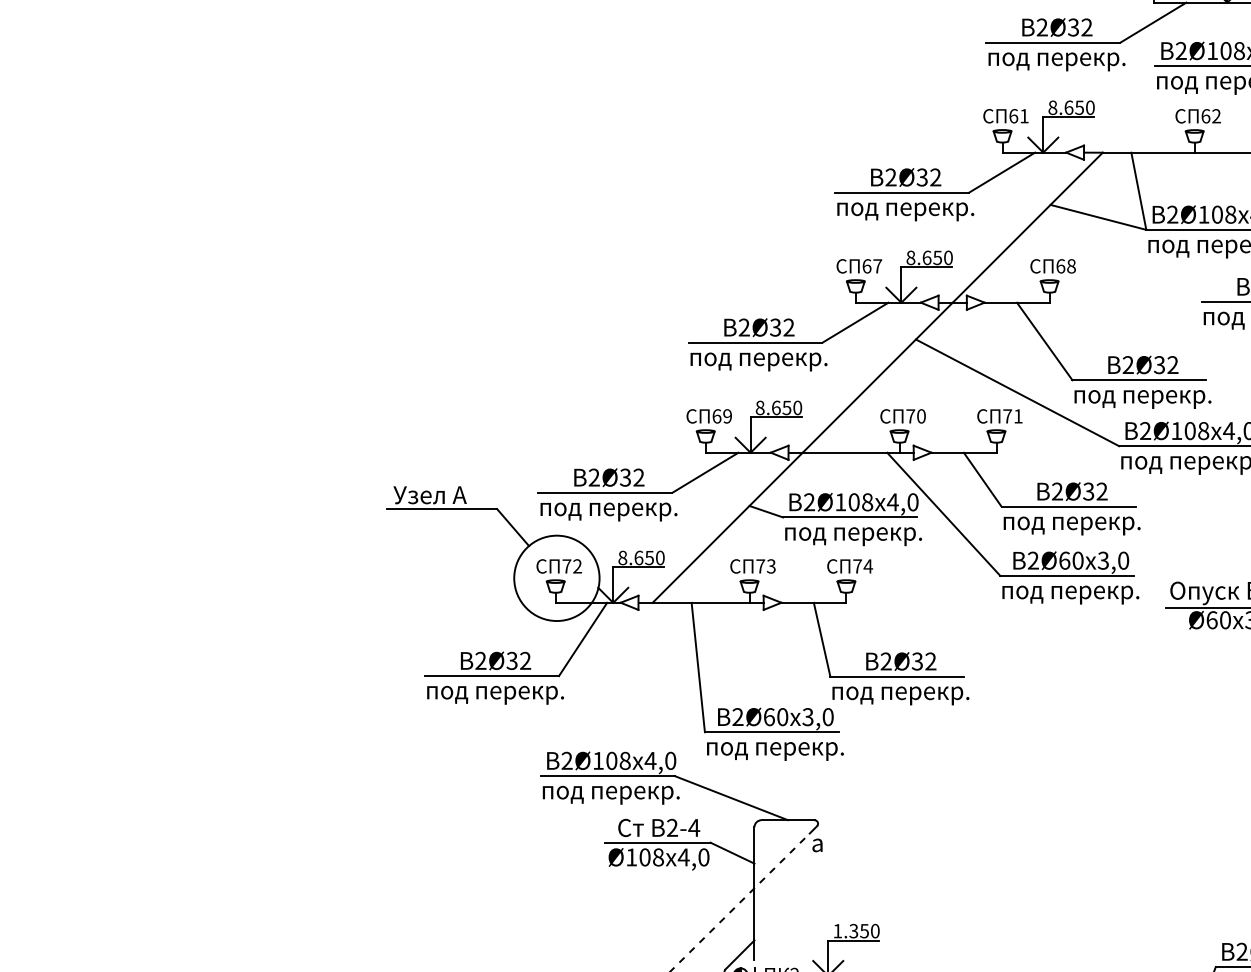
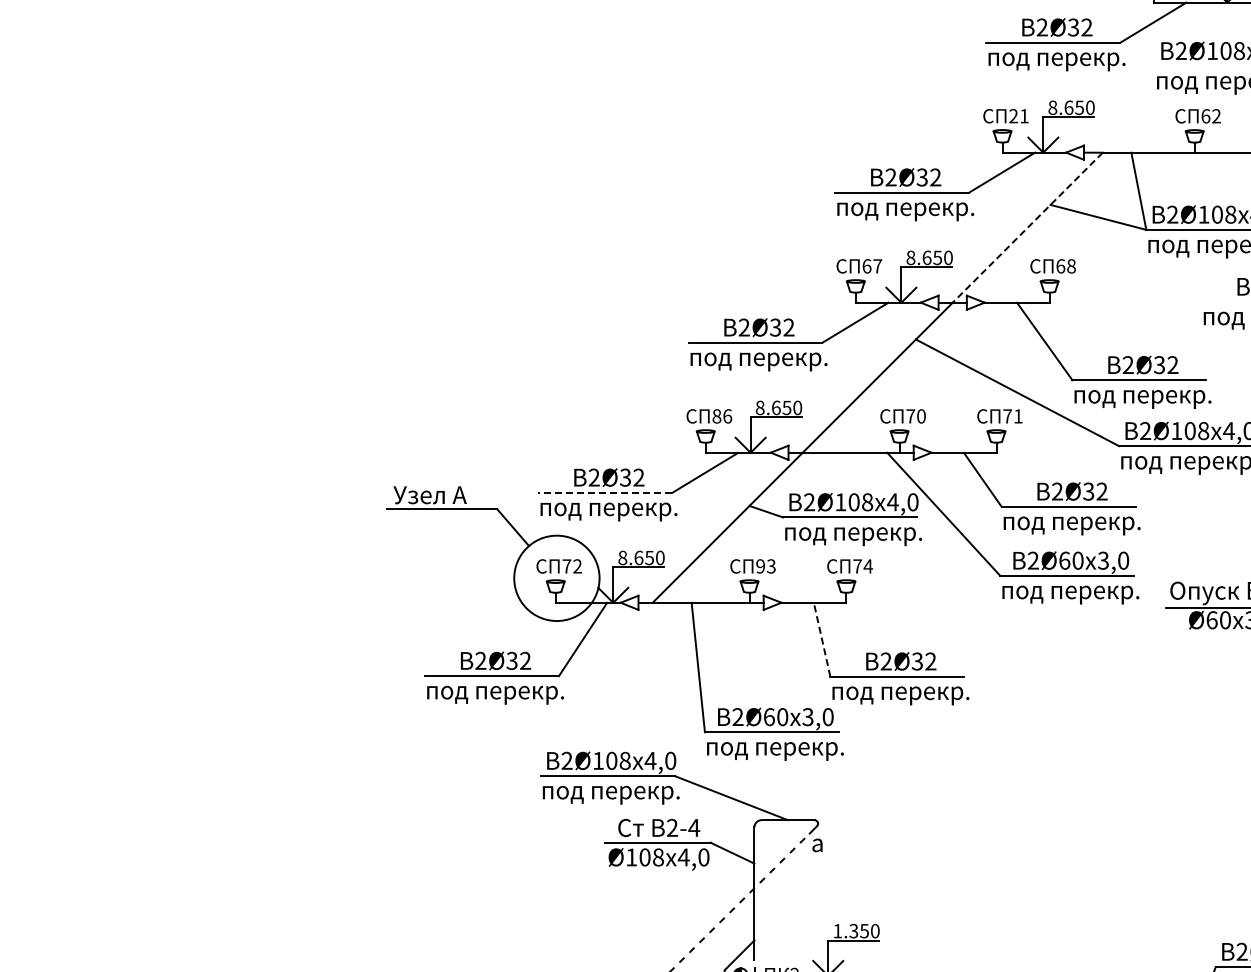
line at (1200, 66): present -> none
text at (1013, 116): 61 -> 21
line at (1027, 228): solid -> dashed
line at (1223, 301): present -> none
text at (722, 416): 69 -> 86
line at (605, 492): solid -> dashed
text at (760, 566): 73 -> 93
line at (822, 639): solid -> dashed
